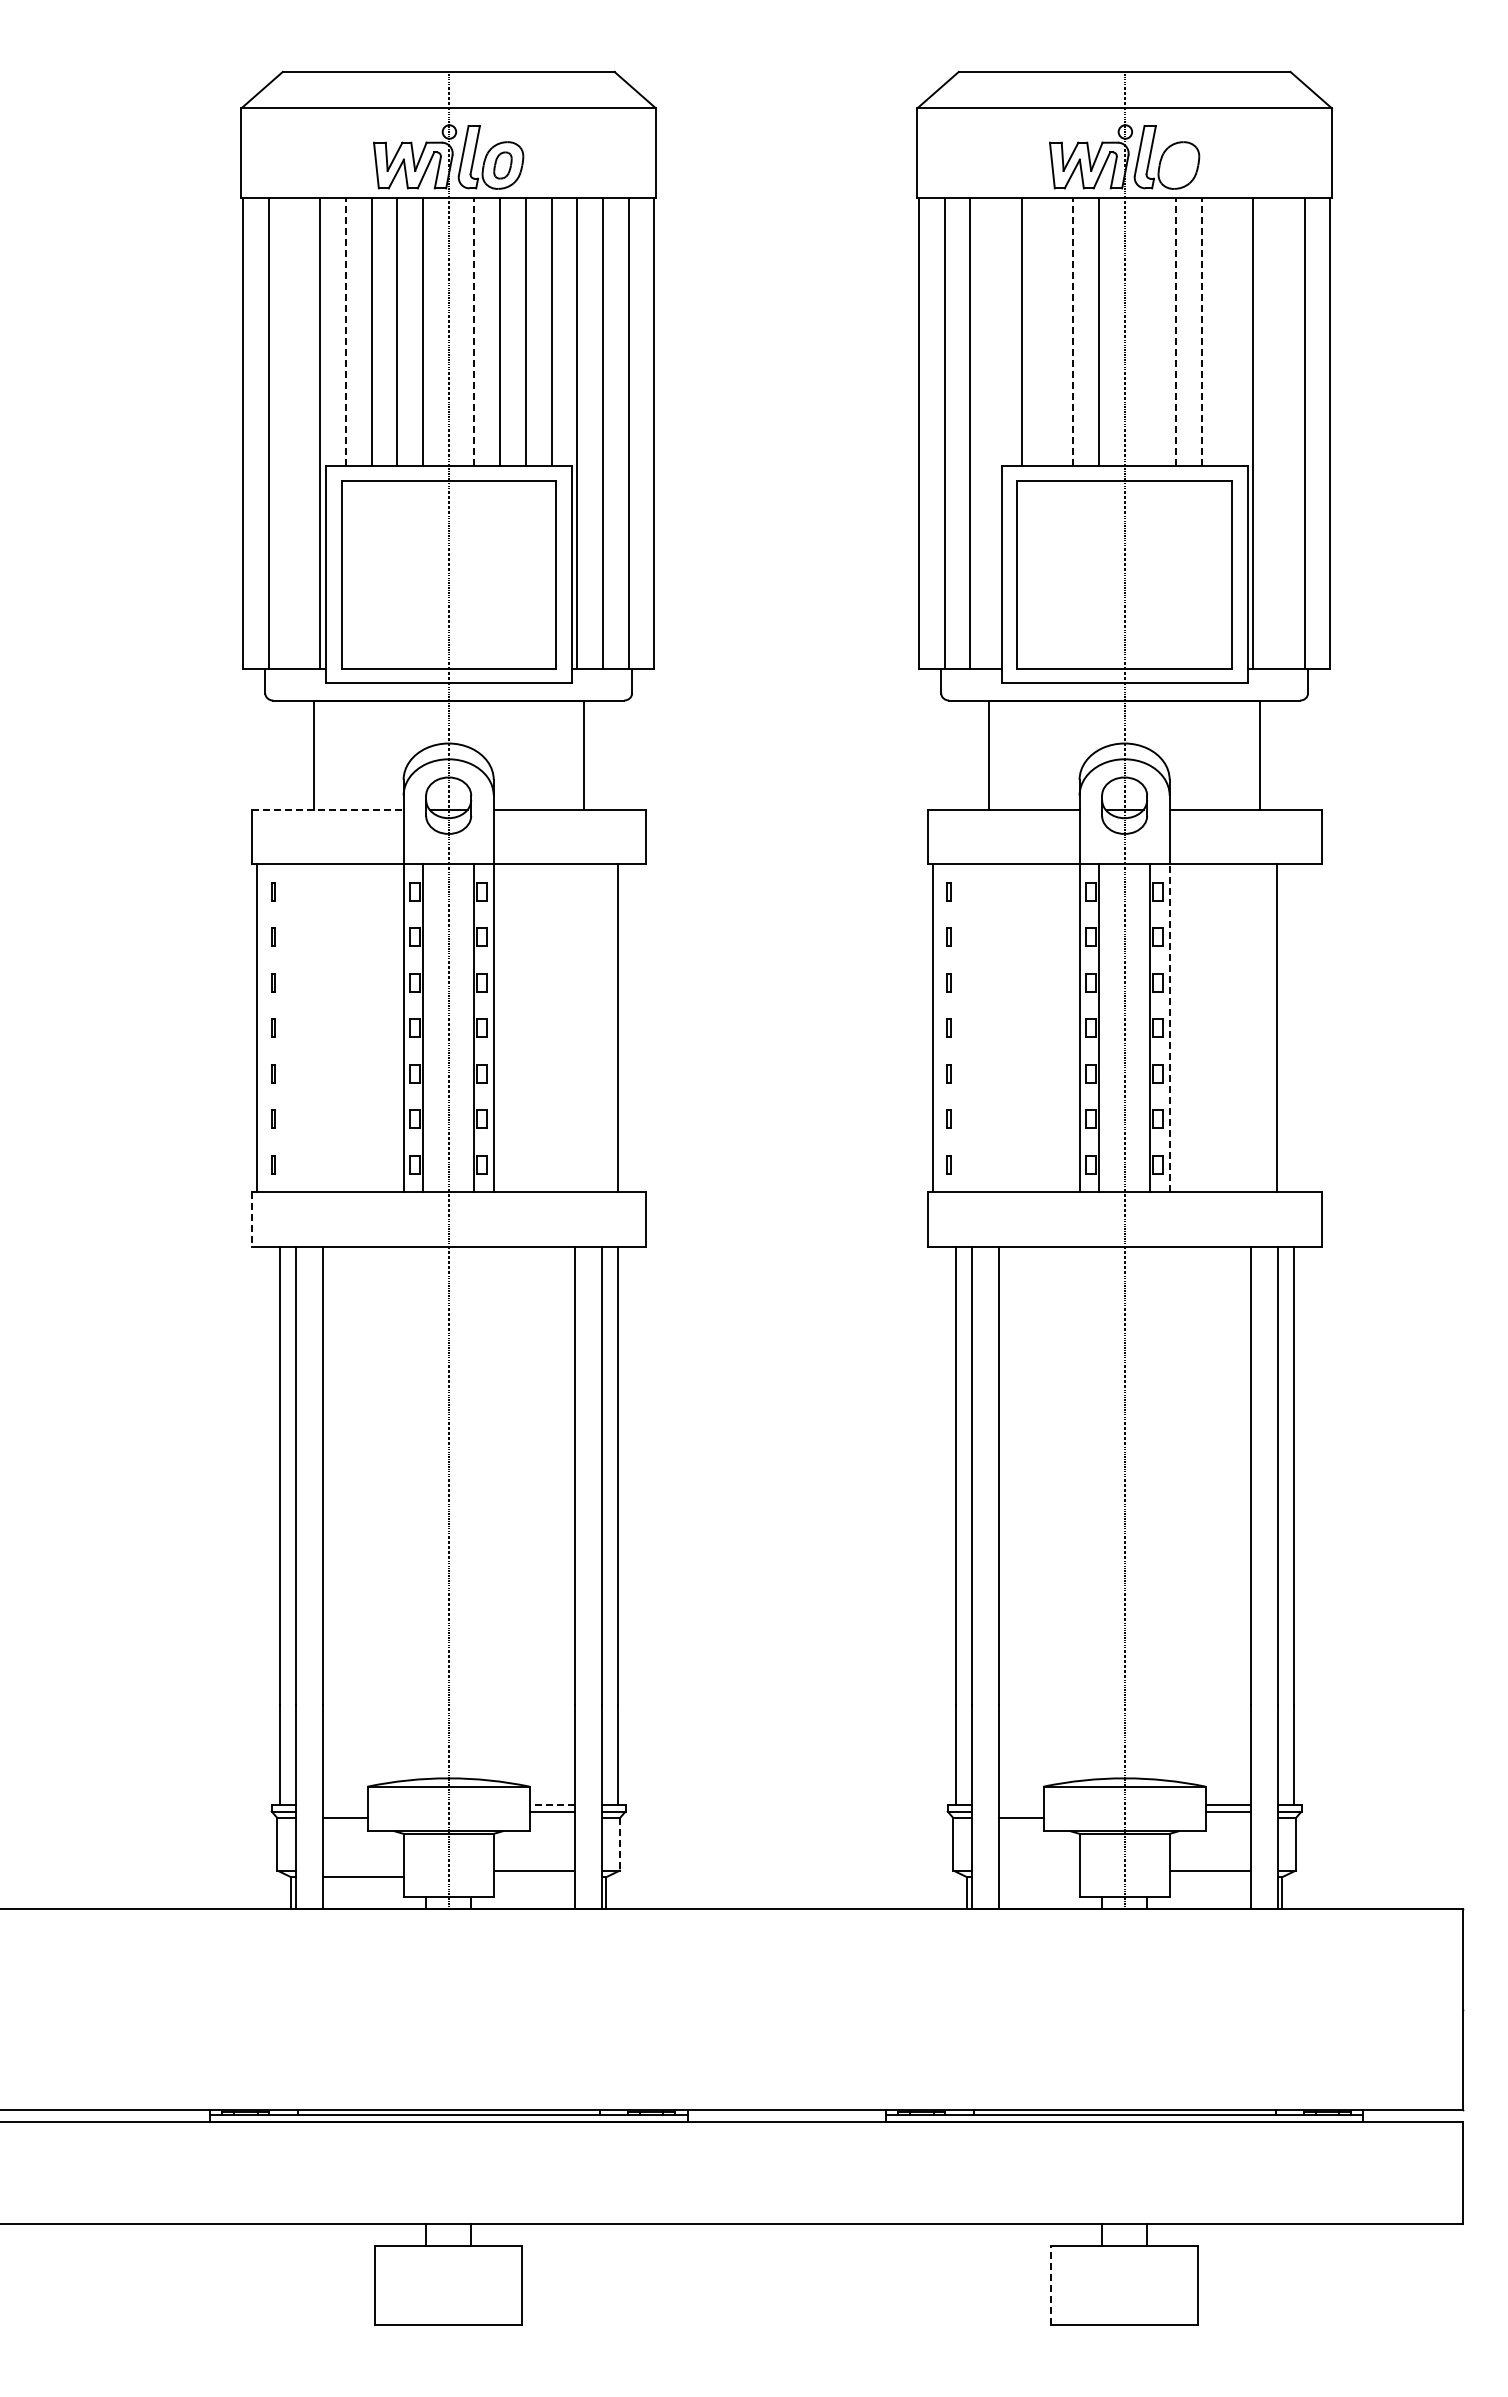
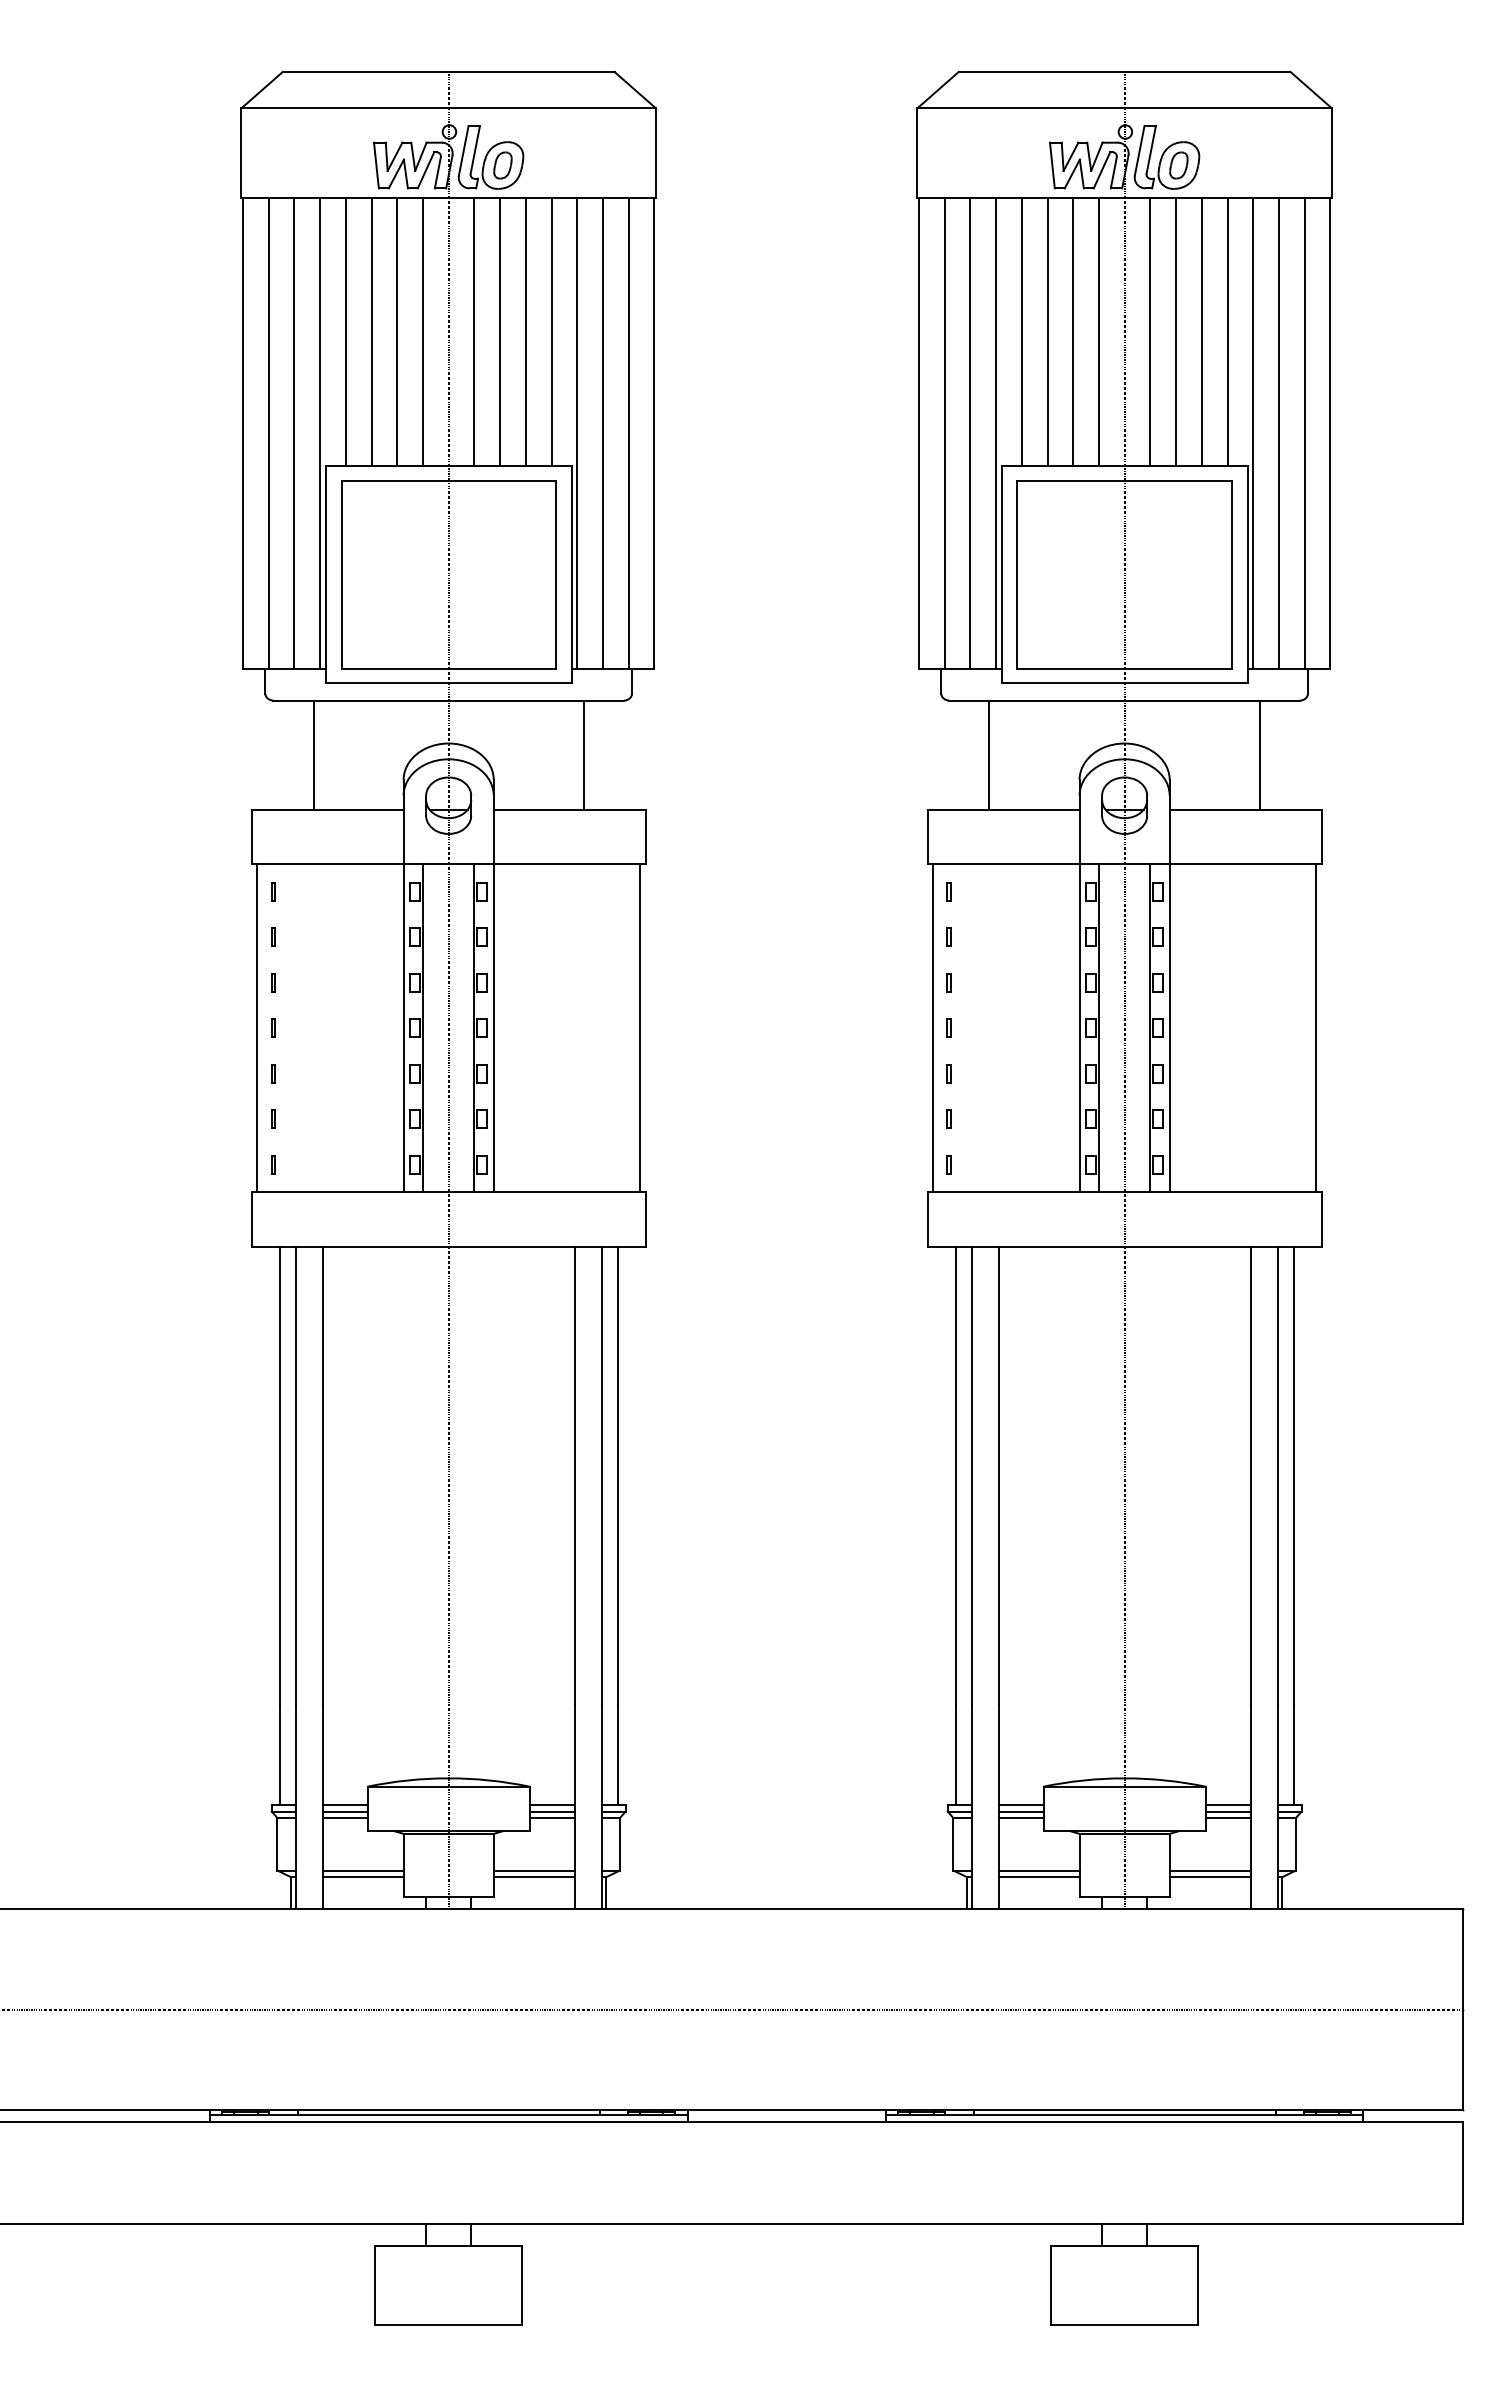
part at (1178, 165): none -> present
line at (345, 331): dashed -> solid
line at (474, 331): dashed -> solid
line at (1047, 331): none -> present
line at (1073, 331): dashed -> solid
line at (1150, 331): none -> present
line at (1176, 331): dashed -> solid
line at (1201, 331): dashed -> solid
line at (1227, 331): none -> present
line at (294, 433): none -> present
line at (996, 433): none -> present
line at (1278, 433): none -> present
line at (328, 809): dashed -> solid
line at (618, 1028) position: (618, 1028) -> (640, 1028)
line at (1169, 1028): dashed -> solid
line at (1277, 1028) position: (1277, 1028) -> (1316, 1028)
line at (251, 1219): dashed -> solid
line at (344, 1805): none -> present
line at (551, 1805): dashed -> solid
line at (1020, 1805): none -> present
line at (344, 1811): none -> present
line at (1020, 1811): none -> present
line at (551, 1818): none -> present
line at (1227, 1818): none -> present
line at (619, 1844): dashed -> solid
line at (362, 1870): none -> present
line at (1038, 1870): none -> present
line at (533, 1877): none -> present
line at (1038, 1877): none -> present
line at (1209, 1877): none -> present
line at (732, 2009): none -> present
line at (1051, 2285): dashed -> solid
